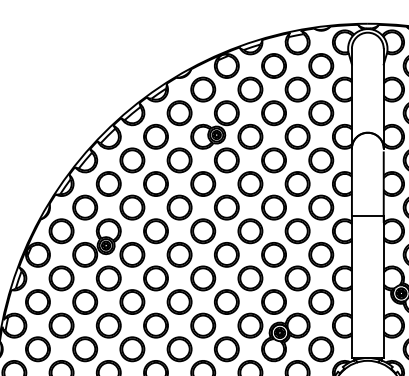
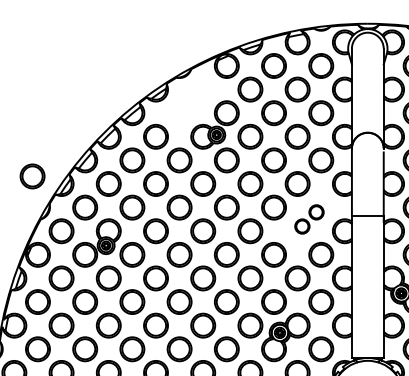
part at (191, 101): present -> none
part at (32, 176): none -> present
part at (309, 219) size: 51x51 px -> 31x31 px
